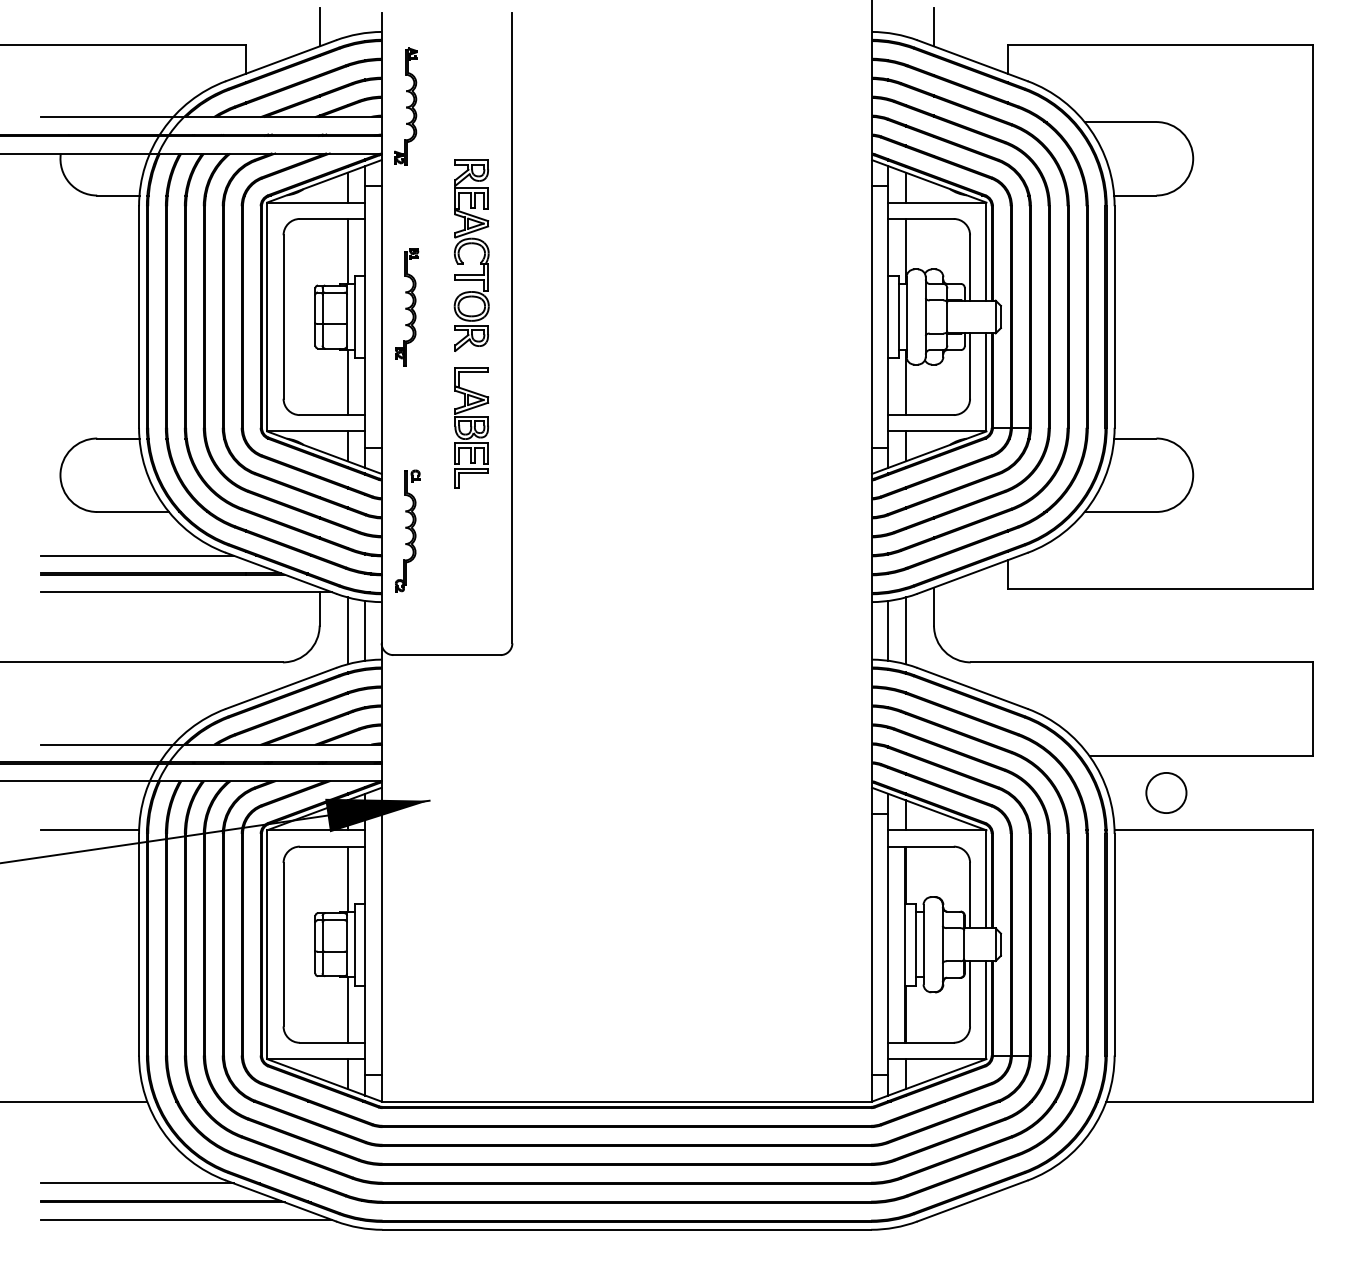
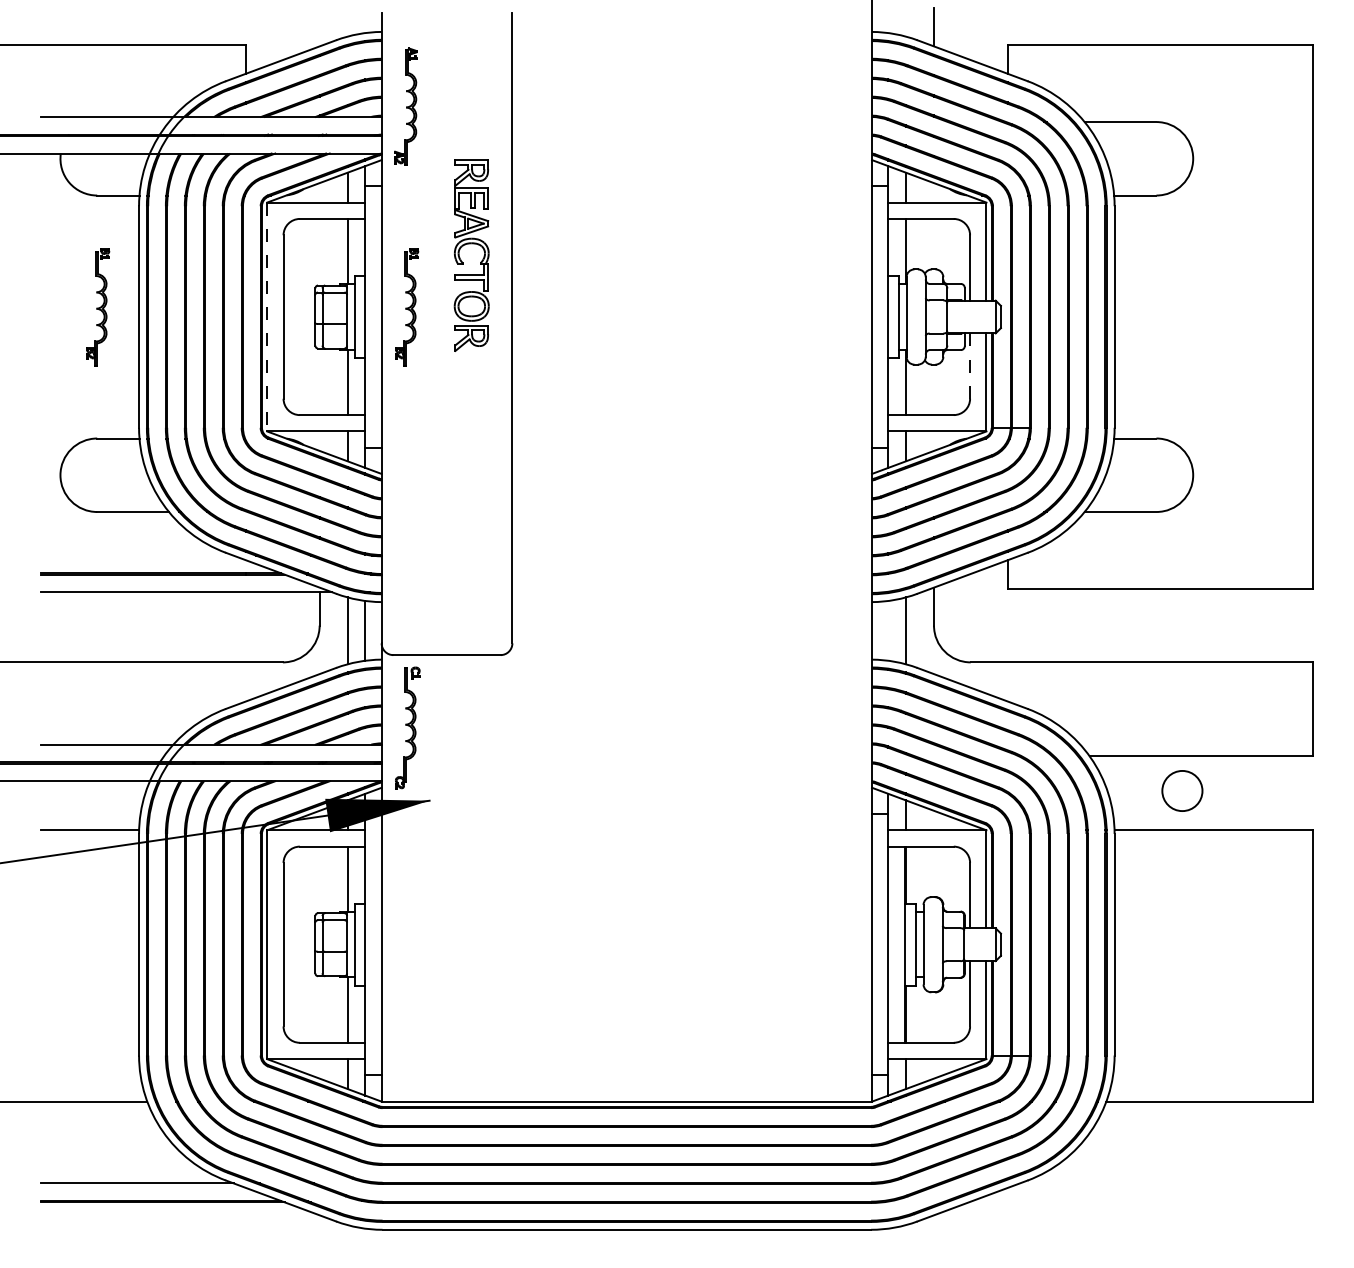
line at (319, 27): present -> none
part at (98, 307): none -> present
line at (267, 317): solid -> dashed
line at (970, 366): solid -> dashed
part at (471, 427): present -> none
part at (407, 530) position: (407, 530) -> (407, 727)
line at (136, 555): present -> none
line at (888, 630): present -> none
circle at (1166, 792) position: (1166, 792) -> (1182, 790)
line at (186, 1220): present -> none
